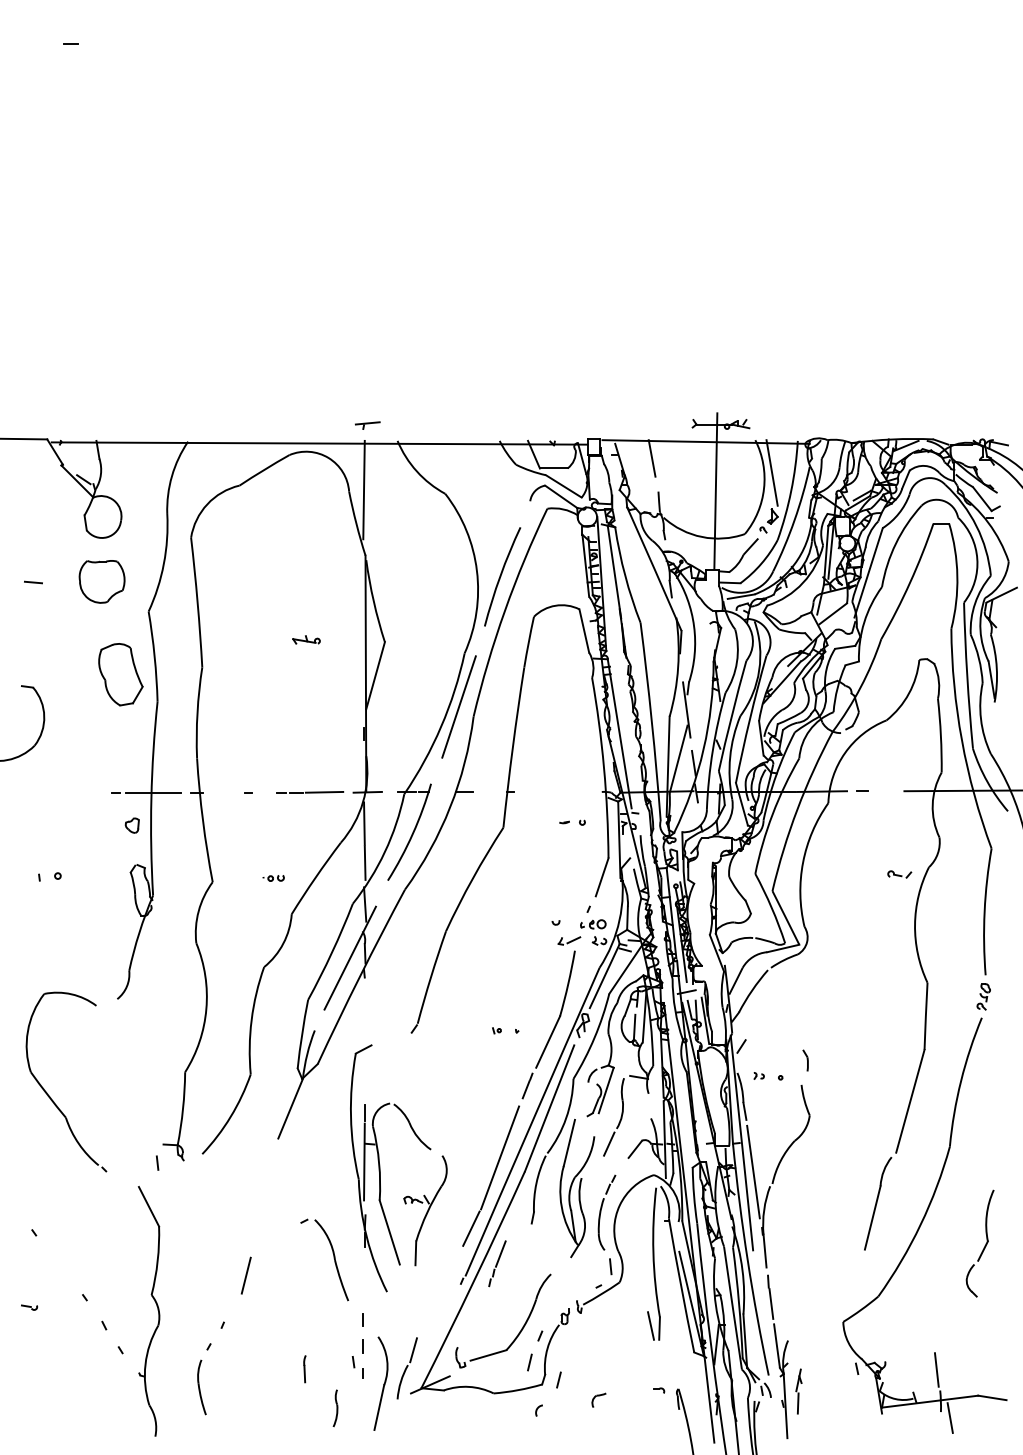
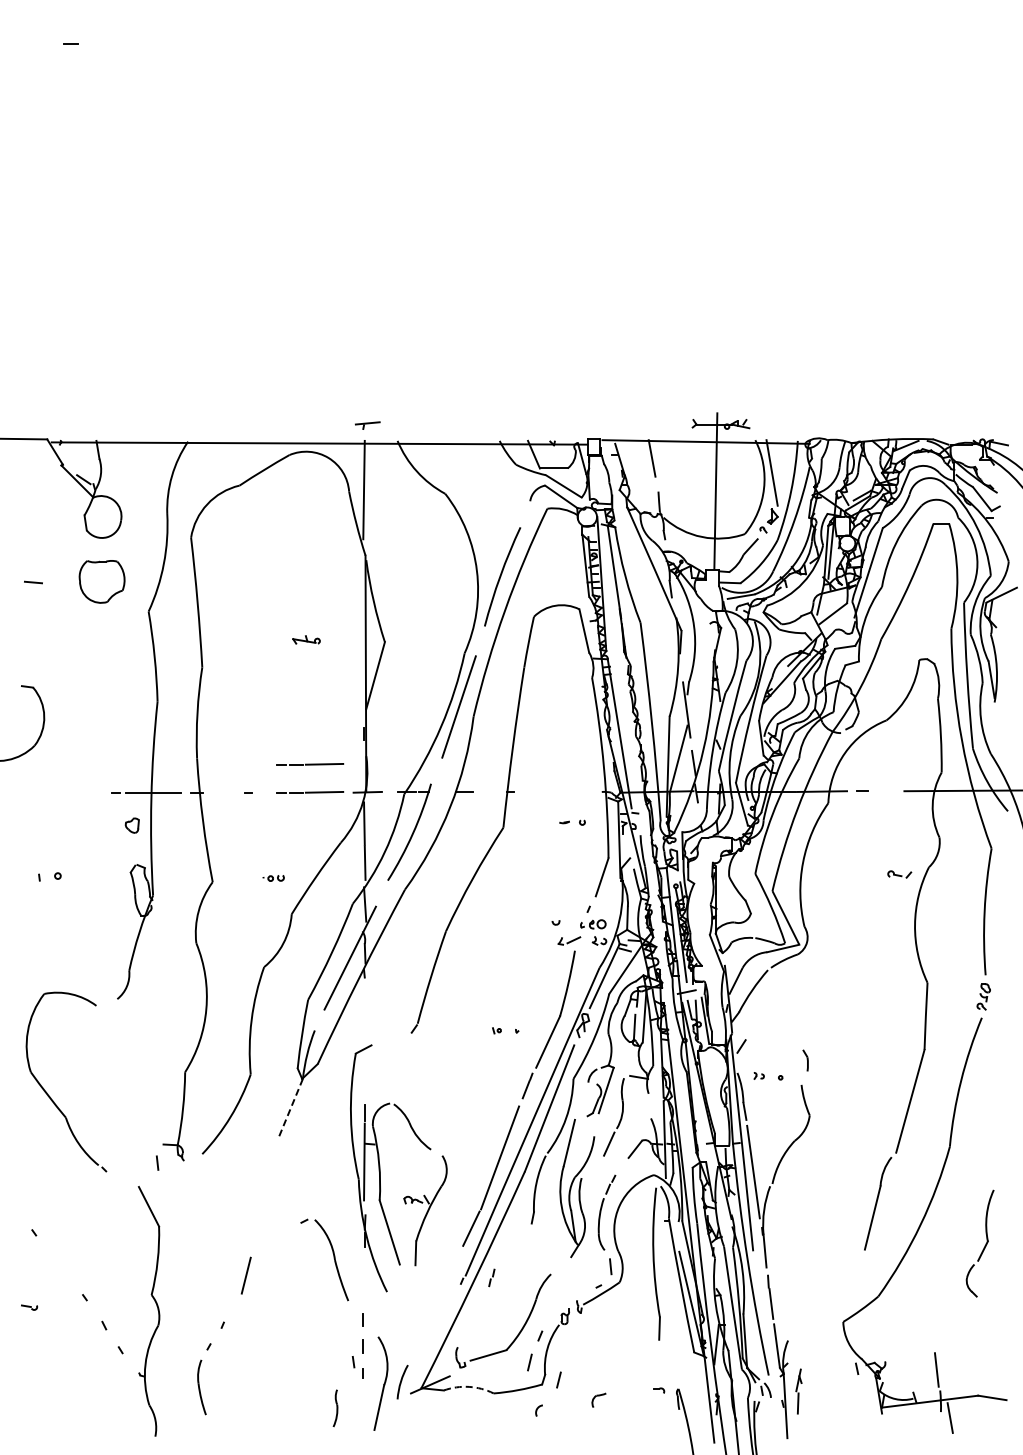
part at (120, 674): present -> none
line at (310, 764): none -> present
line at (290, 1109): solid -> dashed
line at (500, 1253): present -> none
line at (650, 1325): present -> none
line at (413, 1350): present -> none
line at (304, 1369): present -> none
arc at (469, 1386): solid -> dashed
